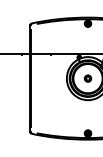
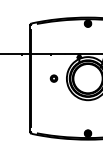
part at (87, 78) position: (87, 78) -> (53, 78)
